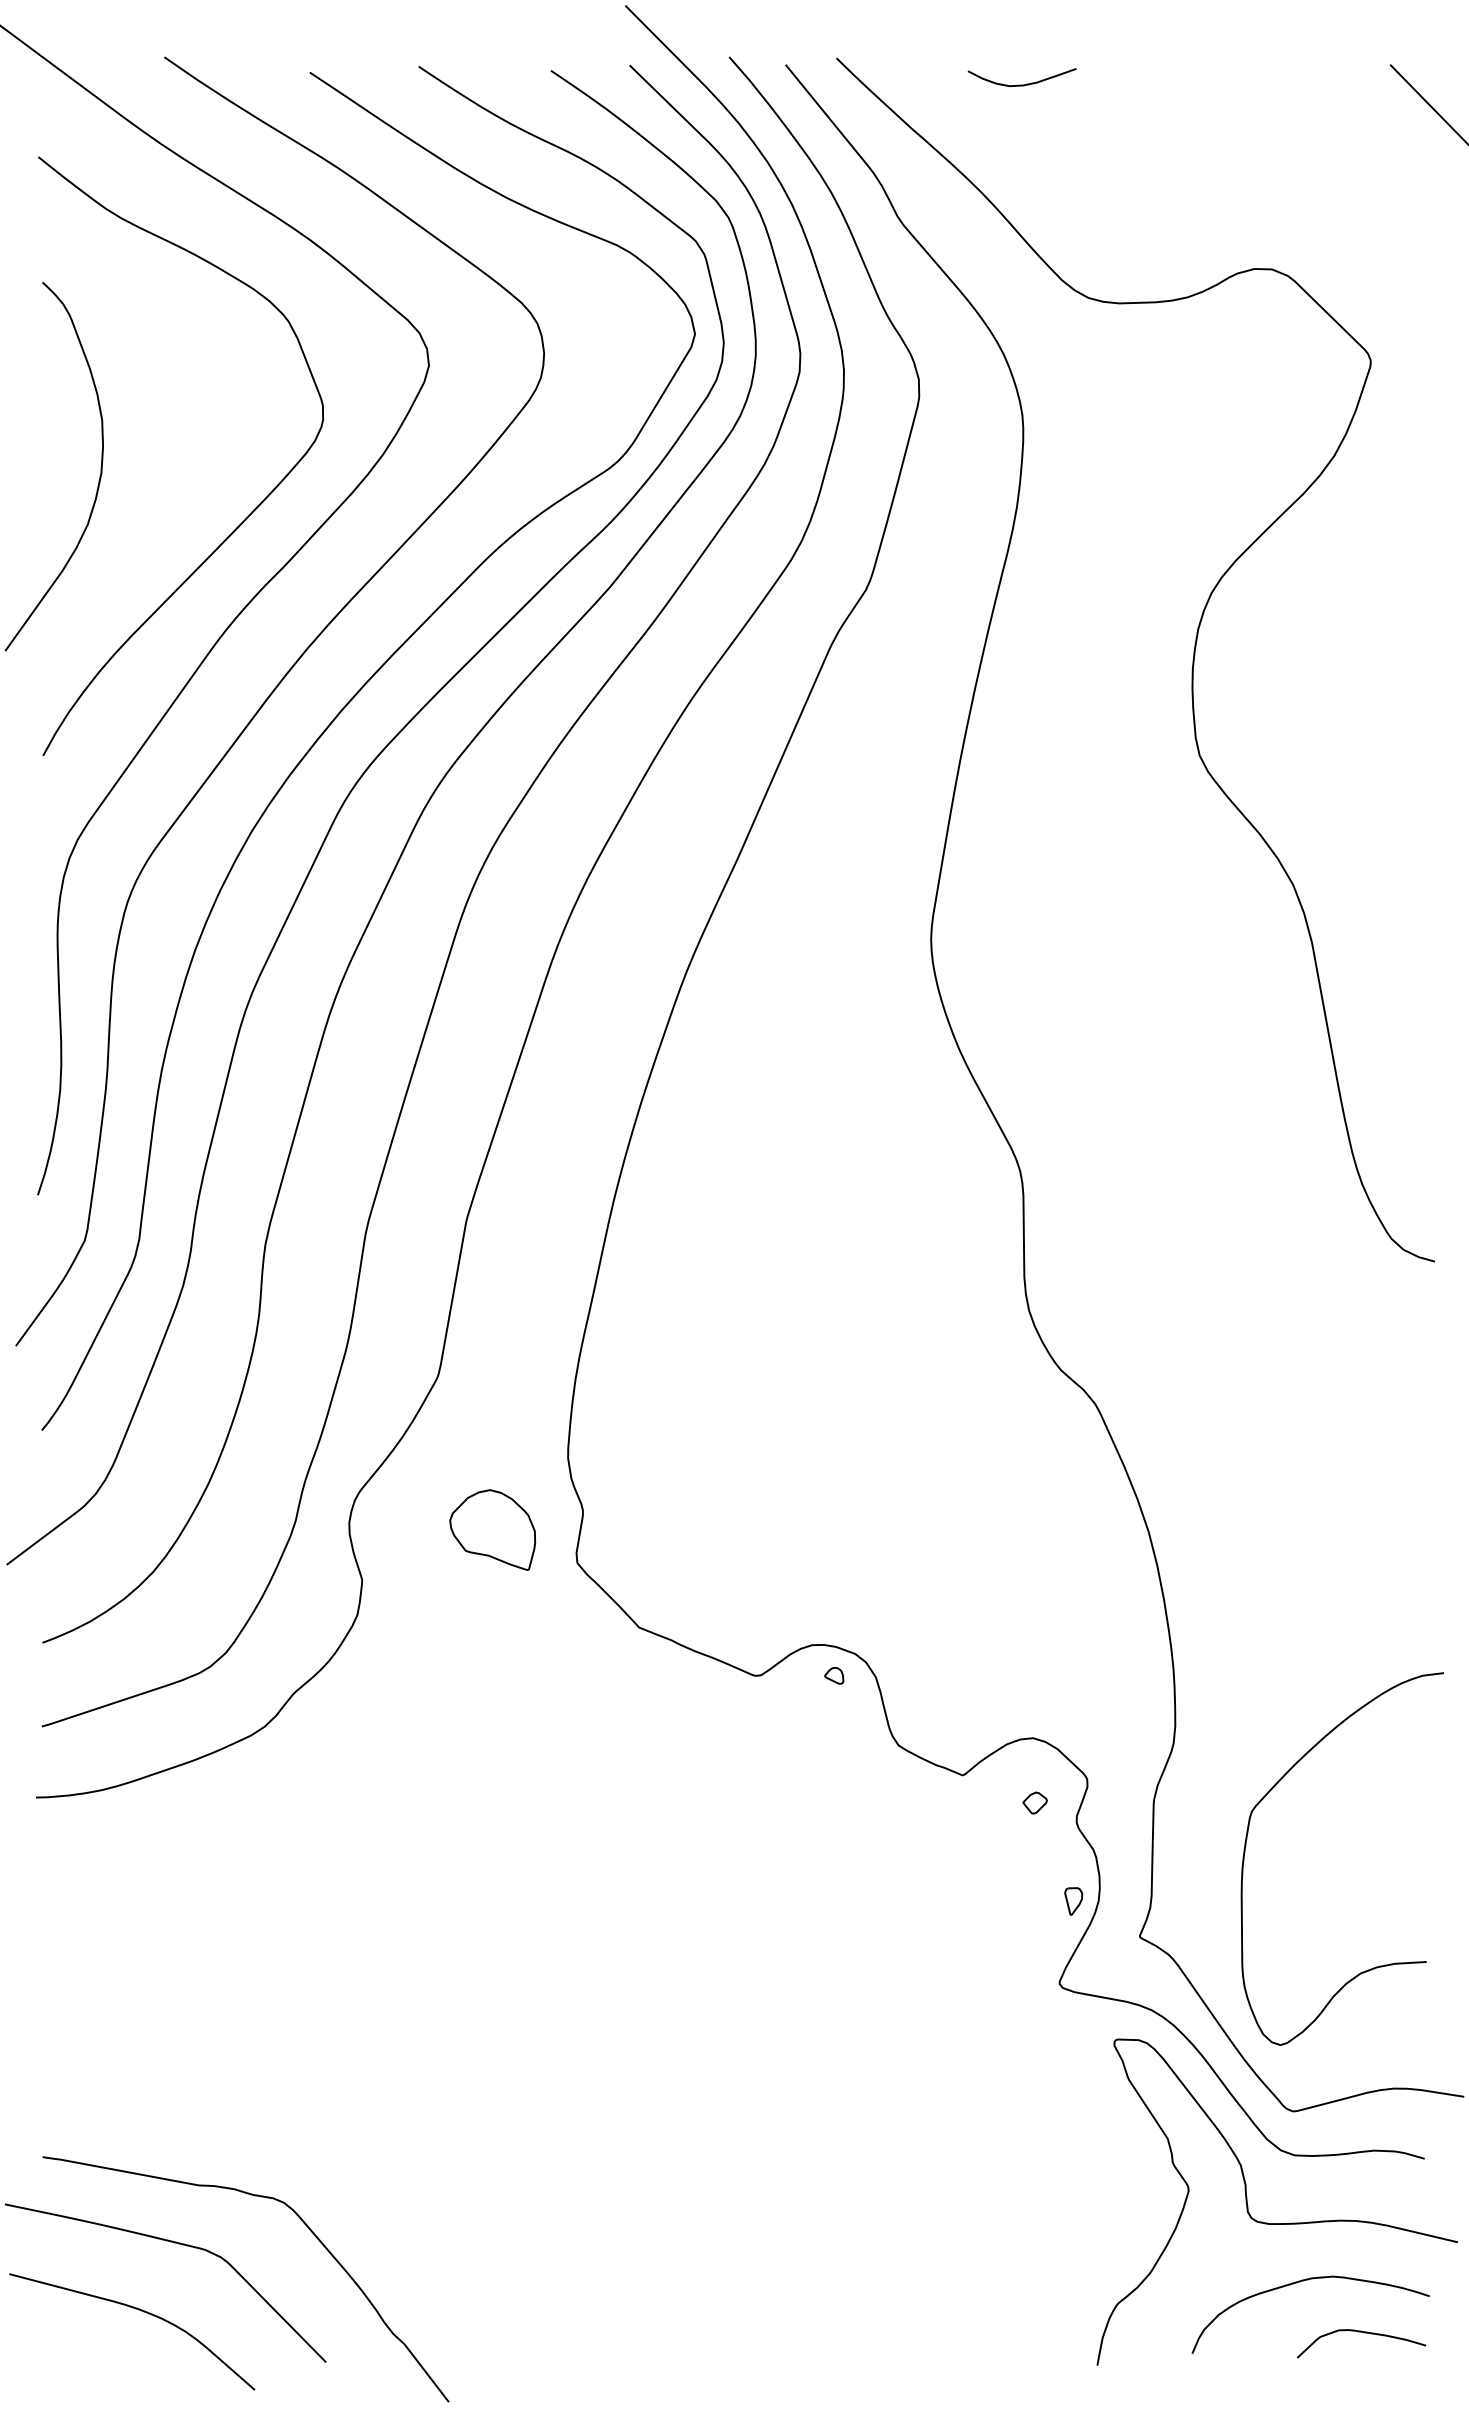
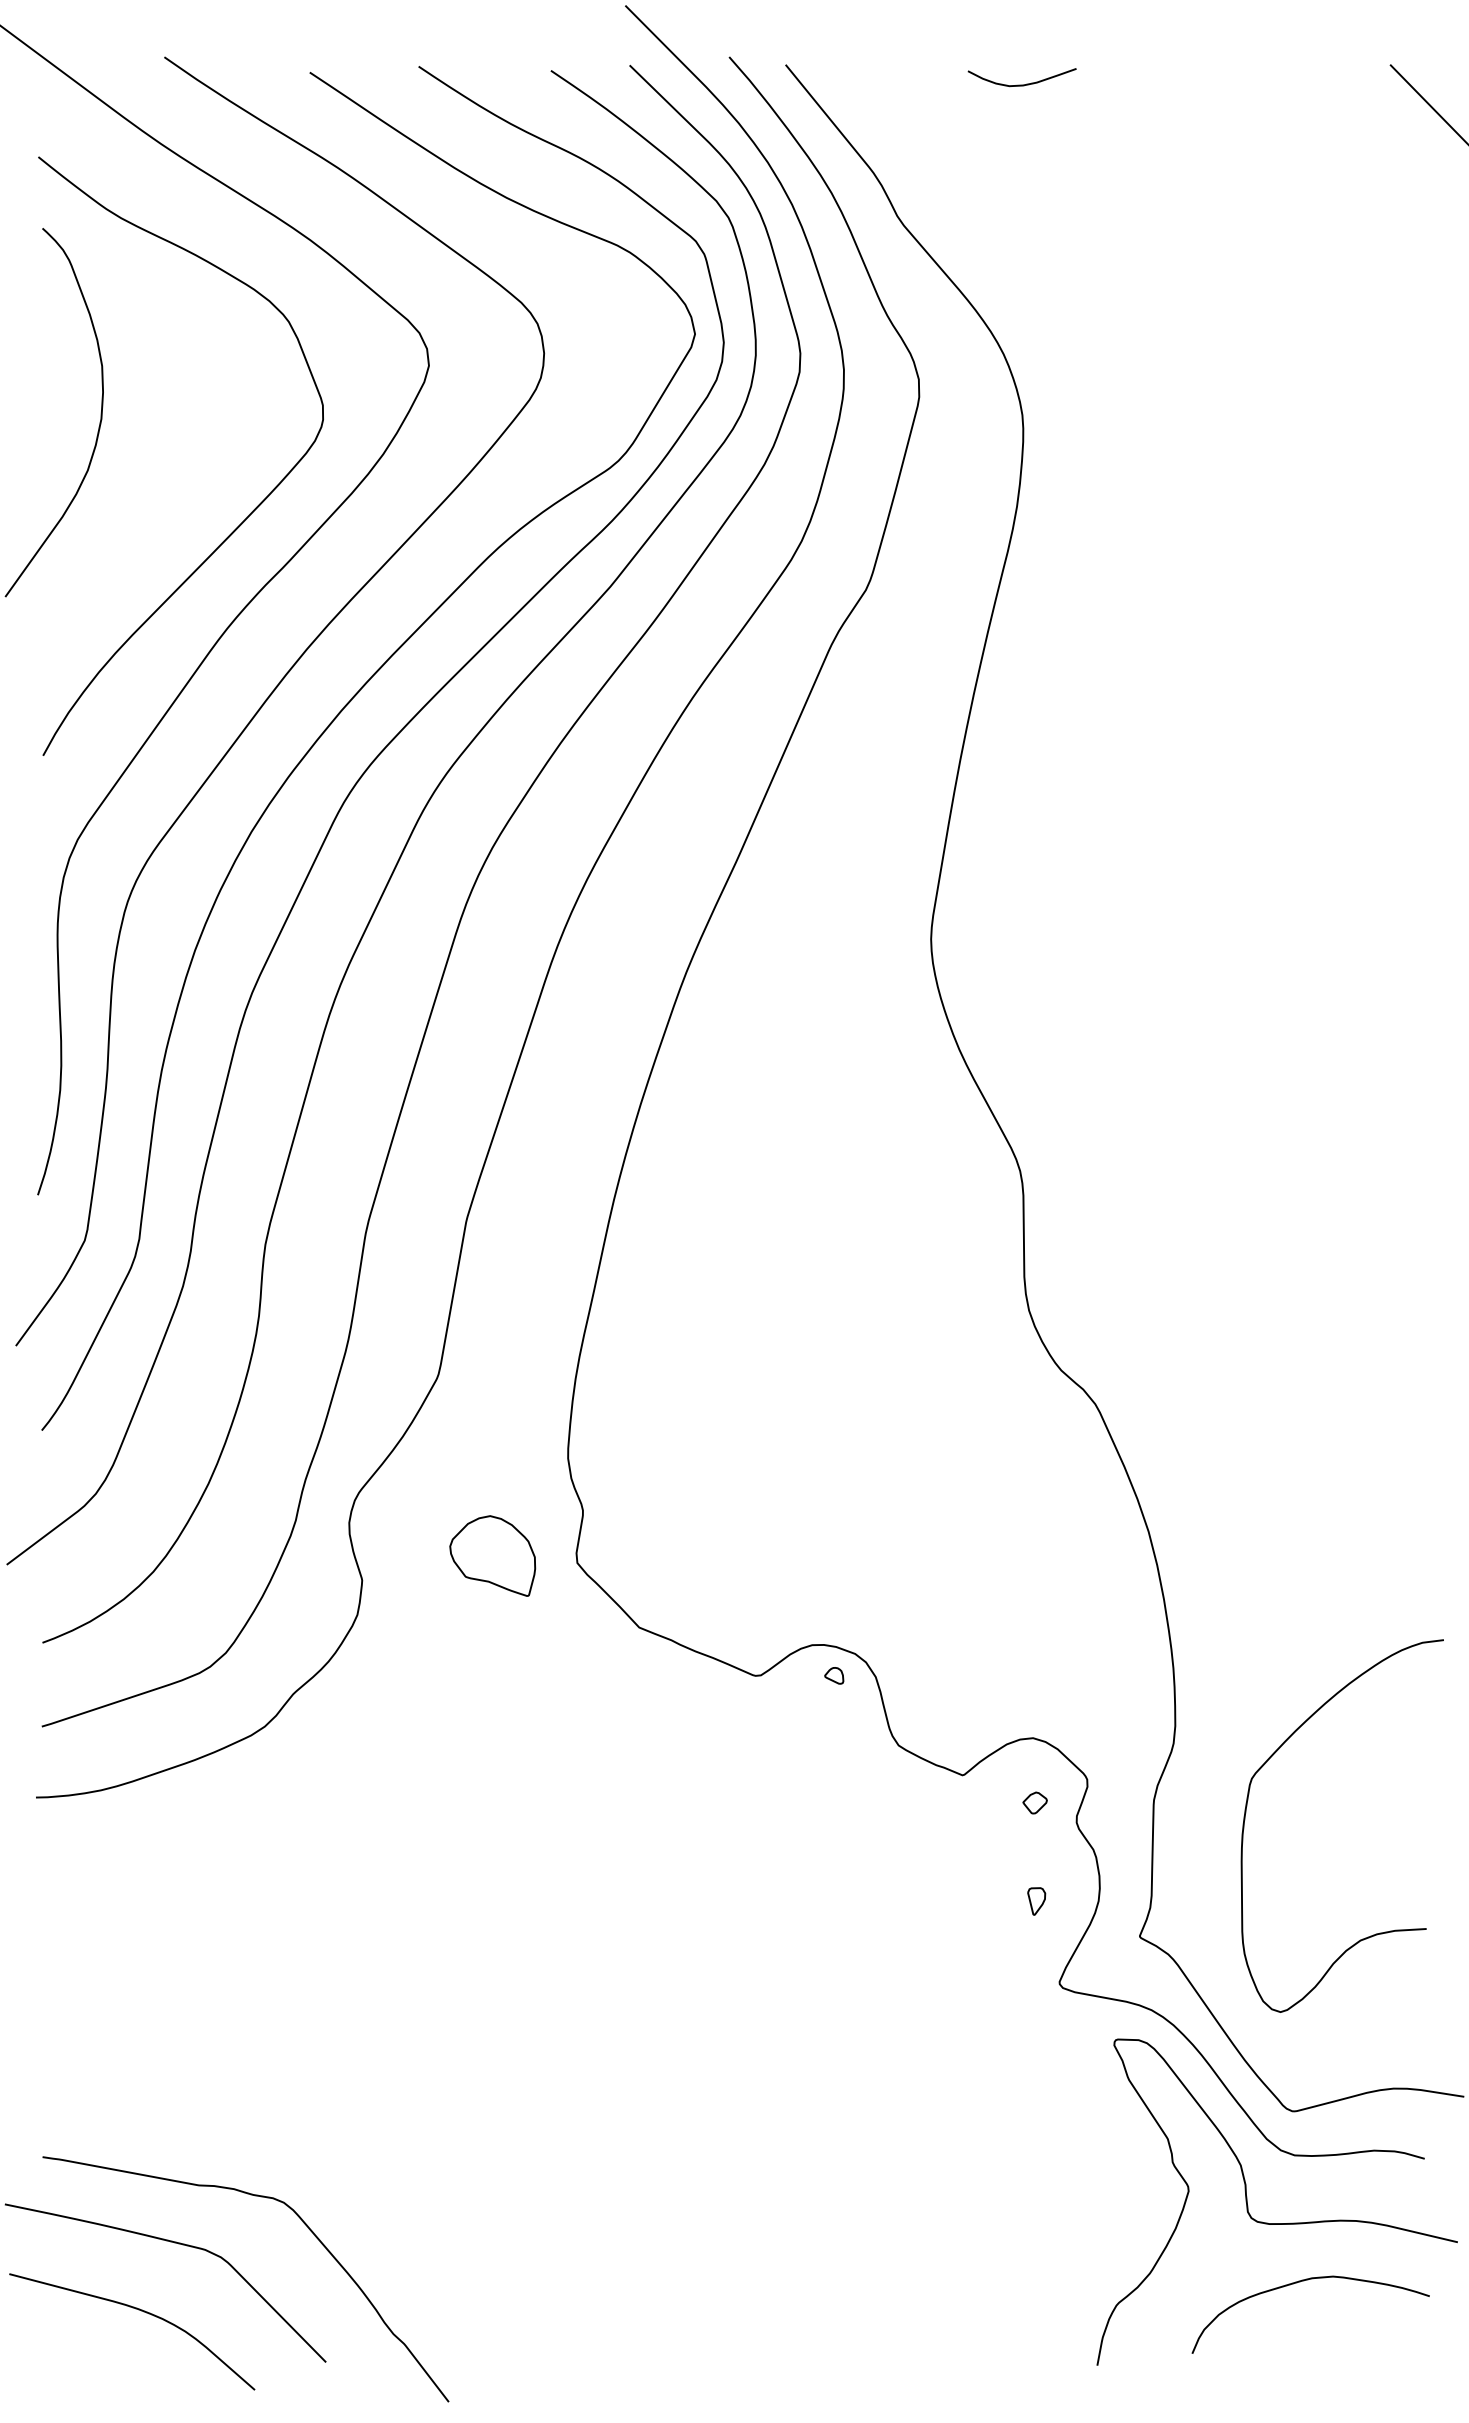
curve at (100, 467) position: (100, 467) -> (100, 413)
curve at (1191, 669): present -> none
part at (492, 1529) position: (492, 1529) -> (492, 1555)
curve at (1246, 1846) position: (1246, 1846) -> (1246, 1813)
part at (1073, 1901) position: (1073, 1901) -> (1036, 1901)
curve at (1364, 2333): present -> none
